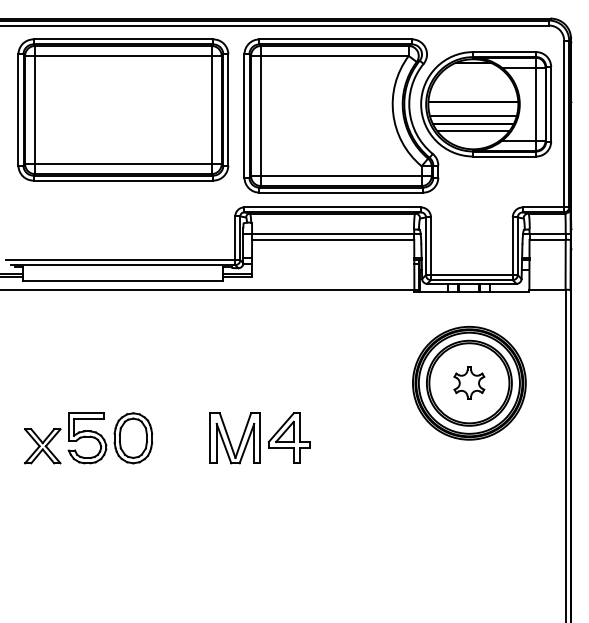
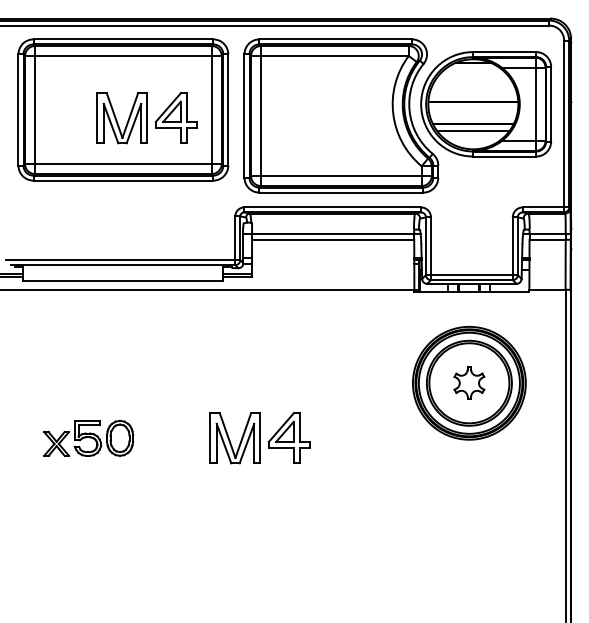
line at (473, 115): present -> none
part at (146, 118): none -> present
part at (88, 438) size: 130x53 px -> 92x38 px
